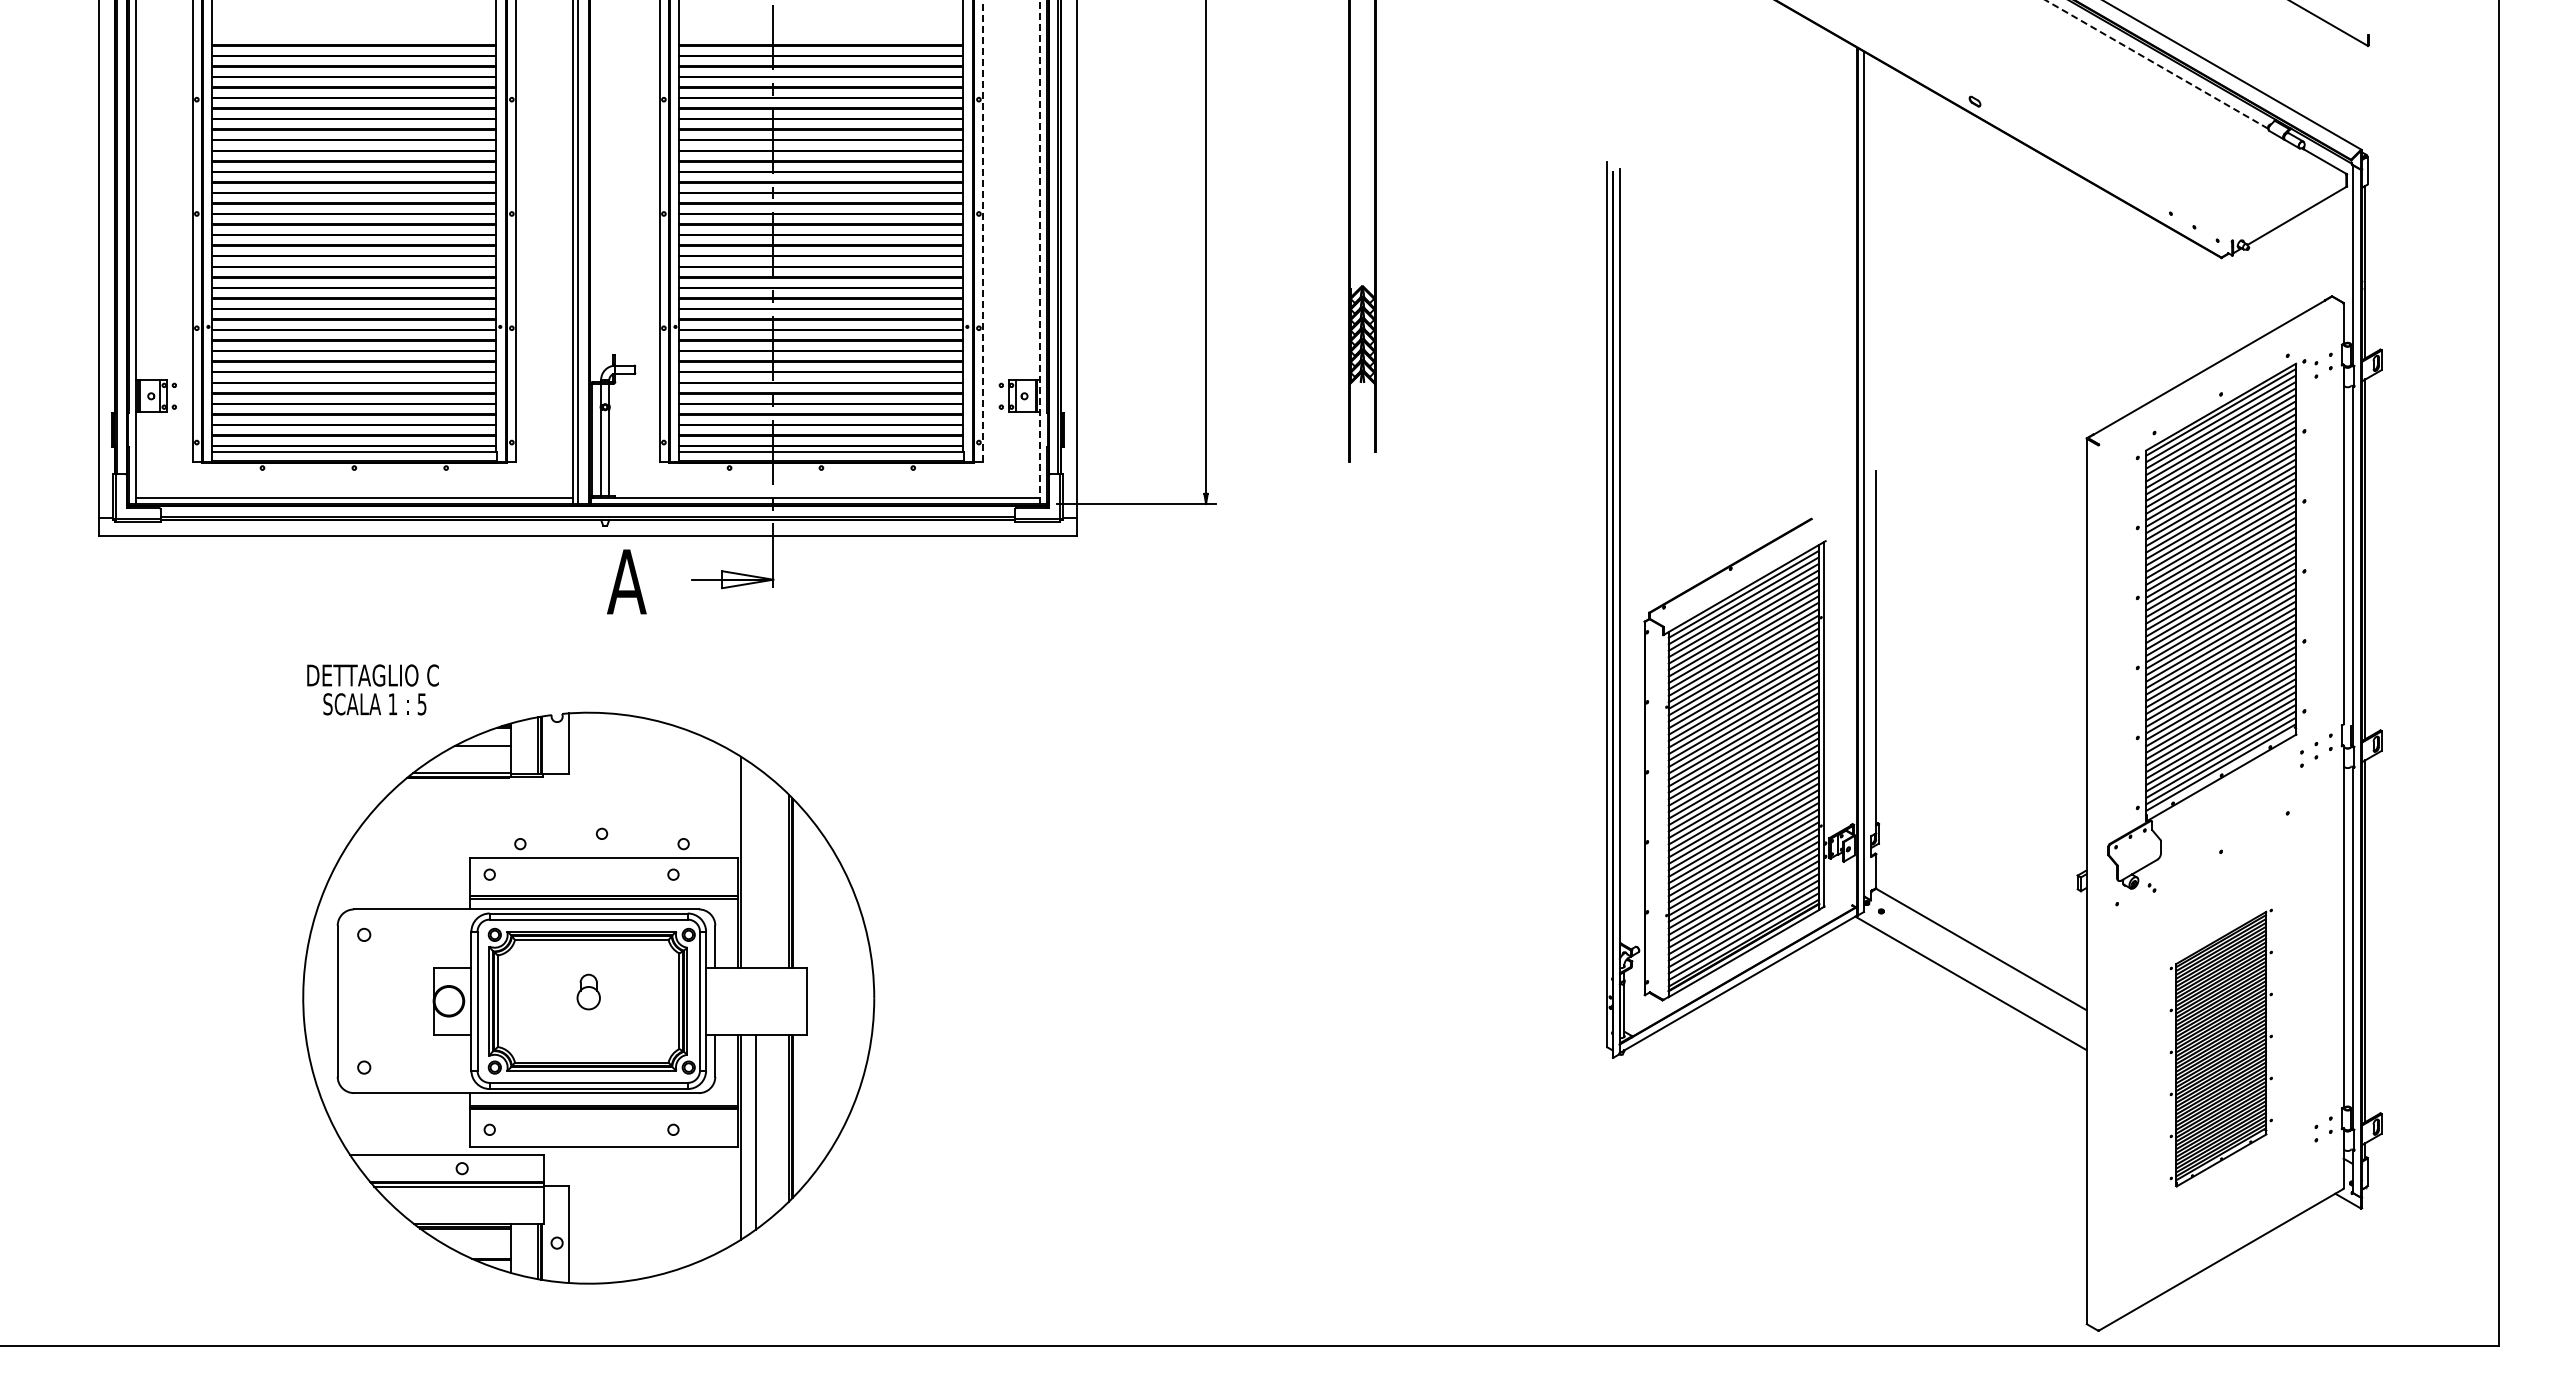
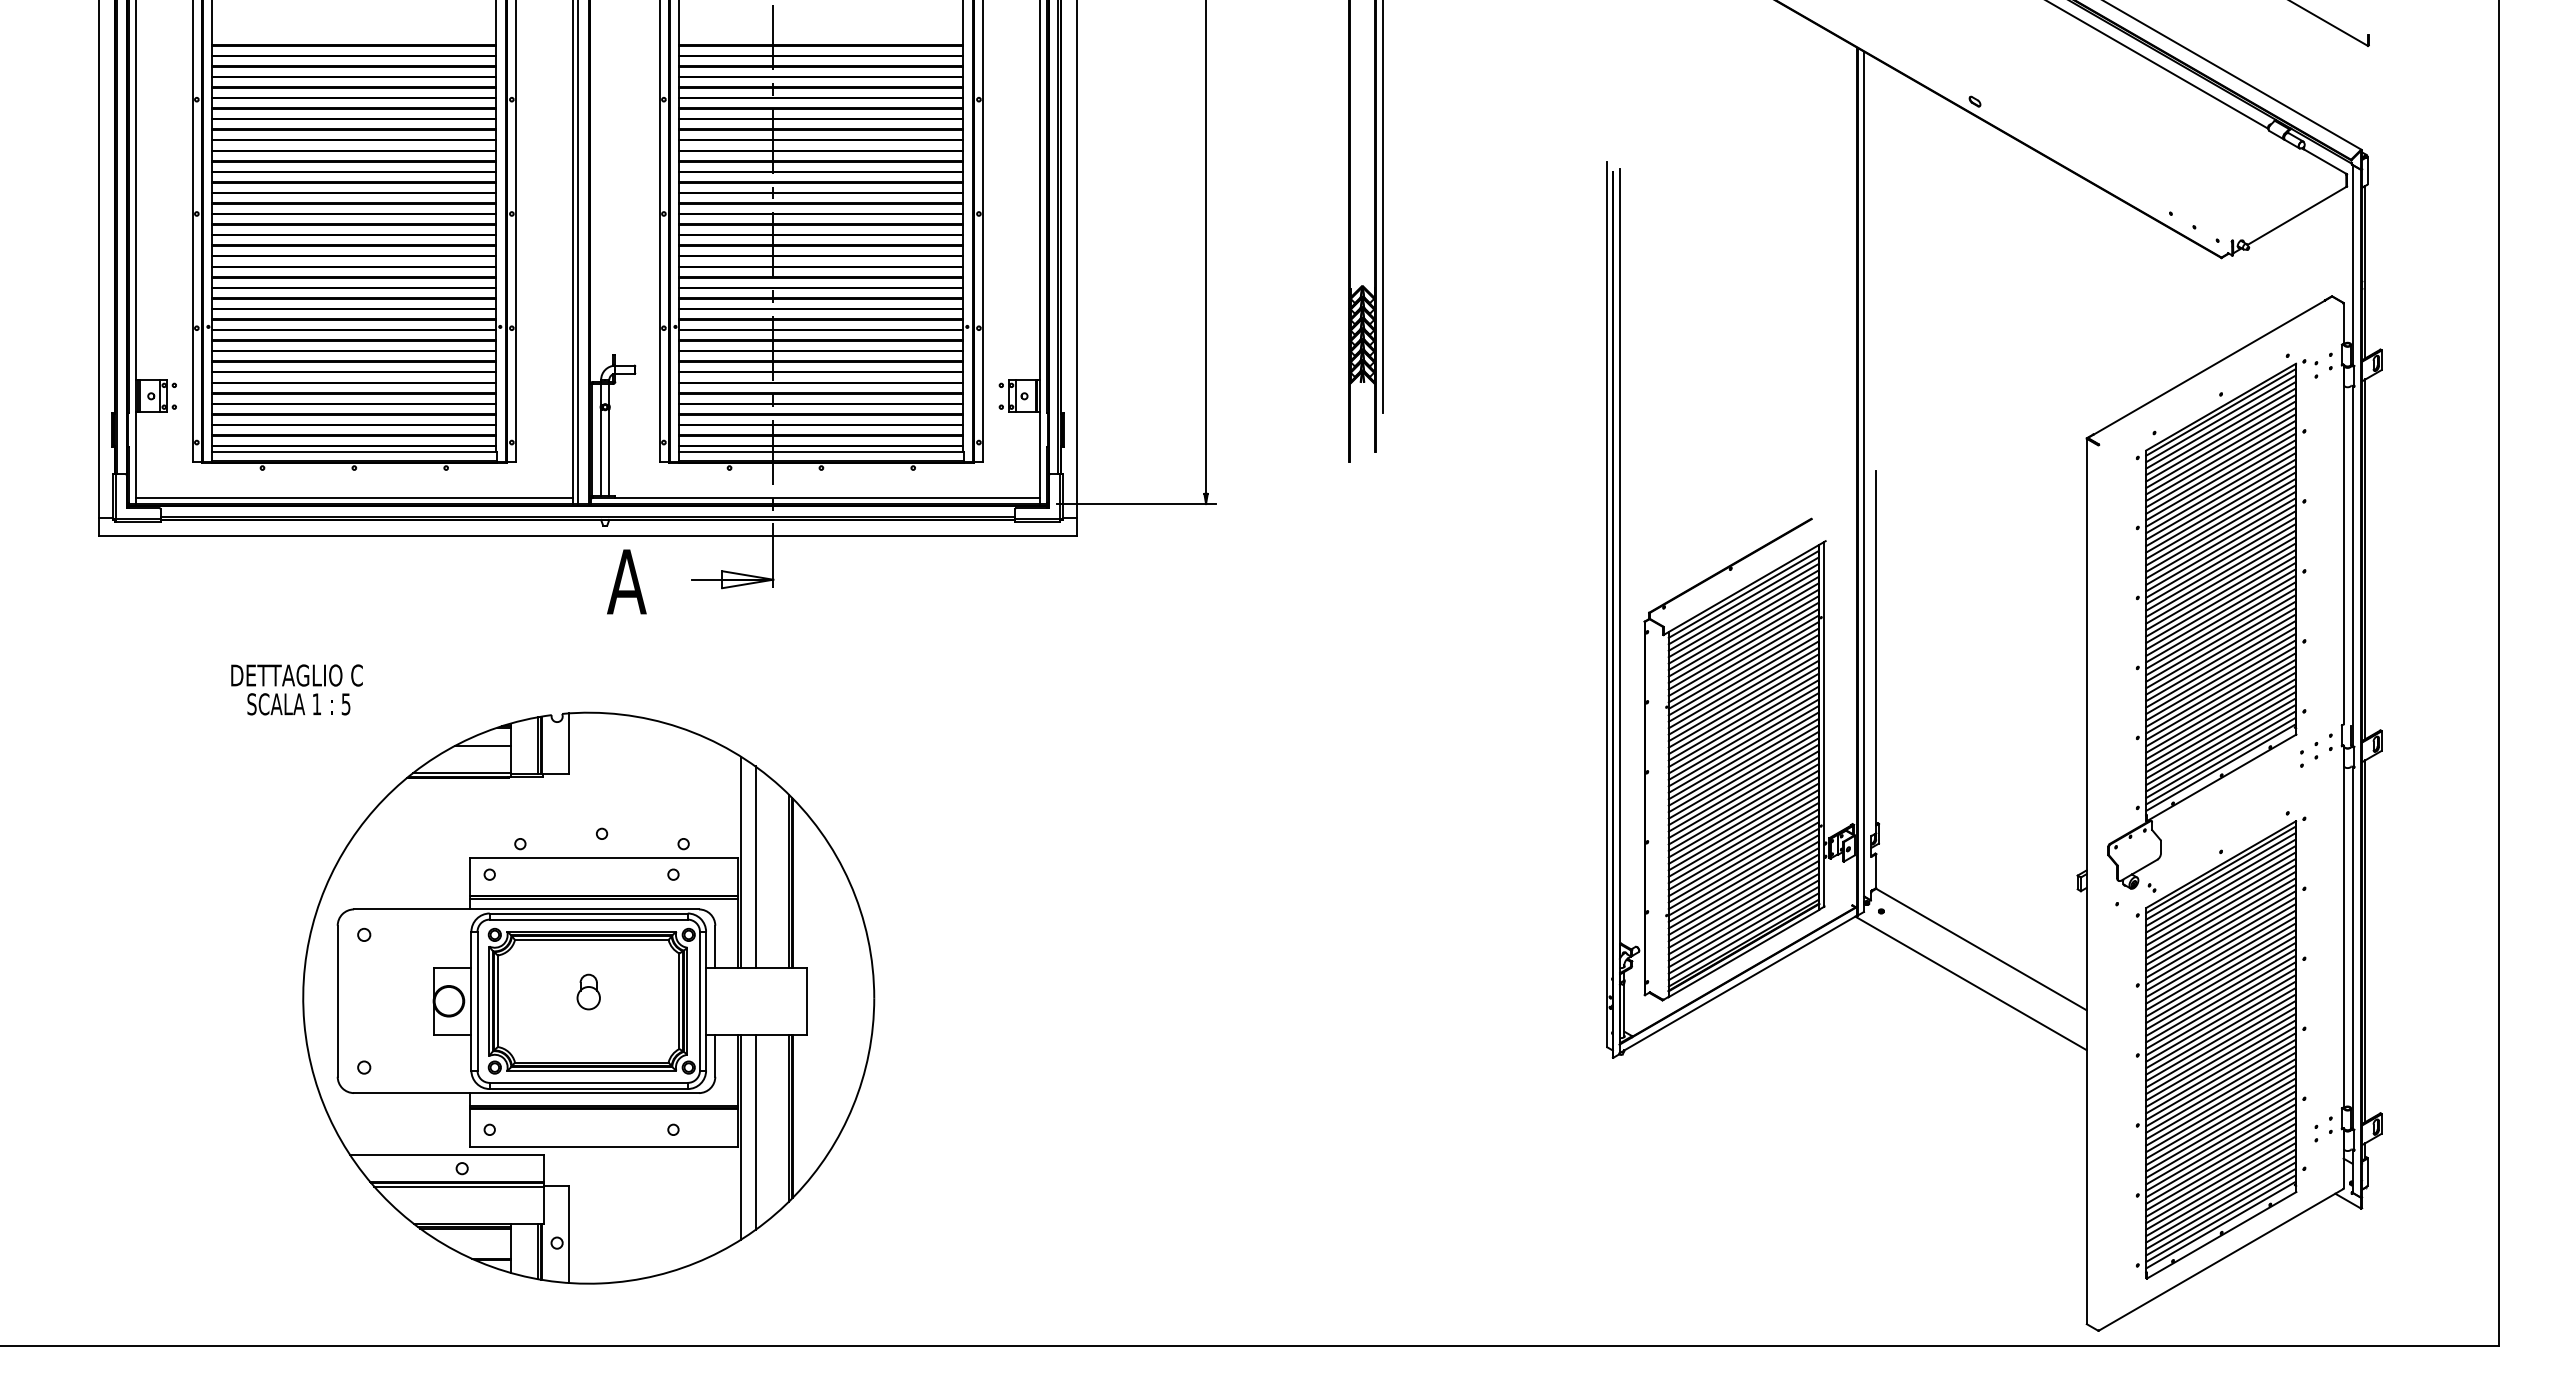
line at (2156, 64): dashed -> solid
line at (1382, 207): none -> present
line at (983, 230): dashed -> solid
line at (1040, 252): dashed -> solid
text at (372, 689) position: (372, 689) -> (296, 689)
line at (755, 866): none -> present
part at (2220, 1047) size: 104x280 px -> 171x464 px
